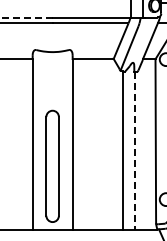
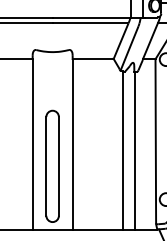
line at (25, 17): dashed -> solid
line at (134, 150): dashed -> solid
